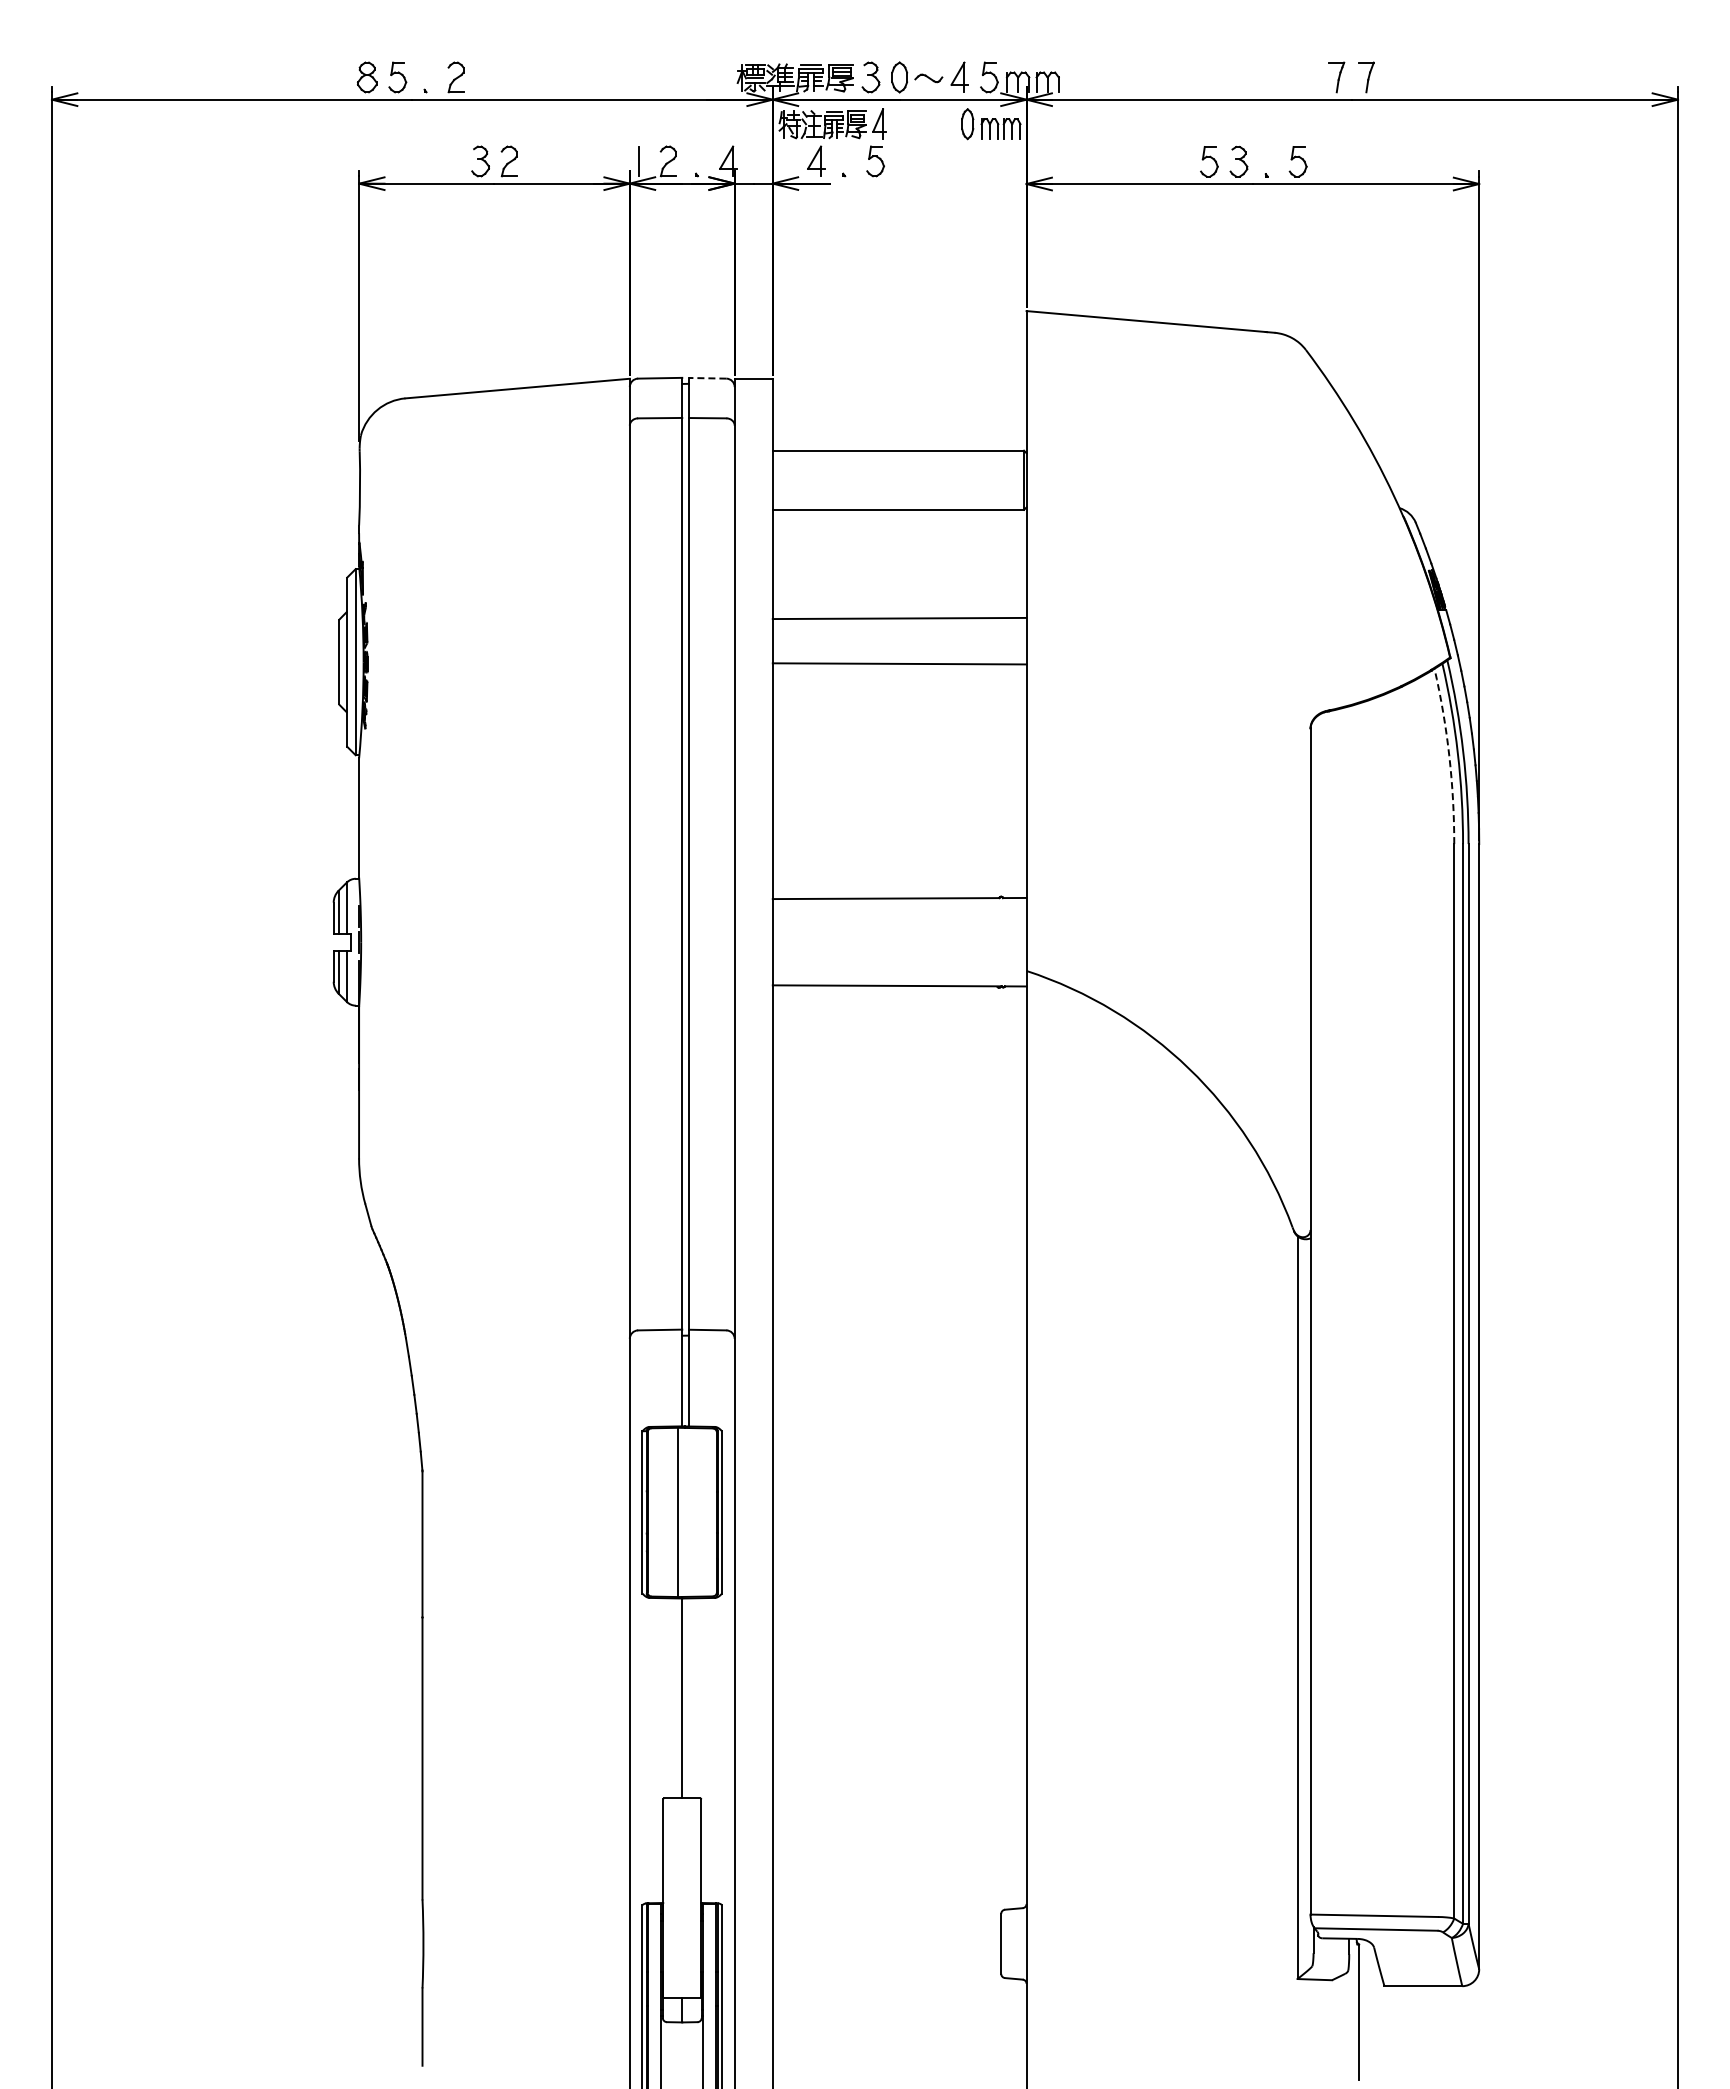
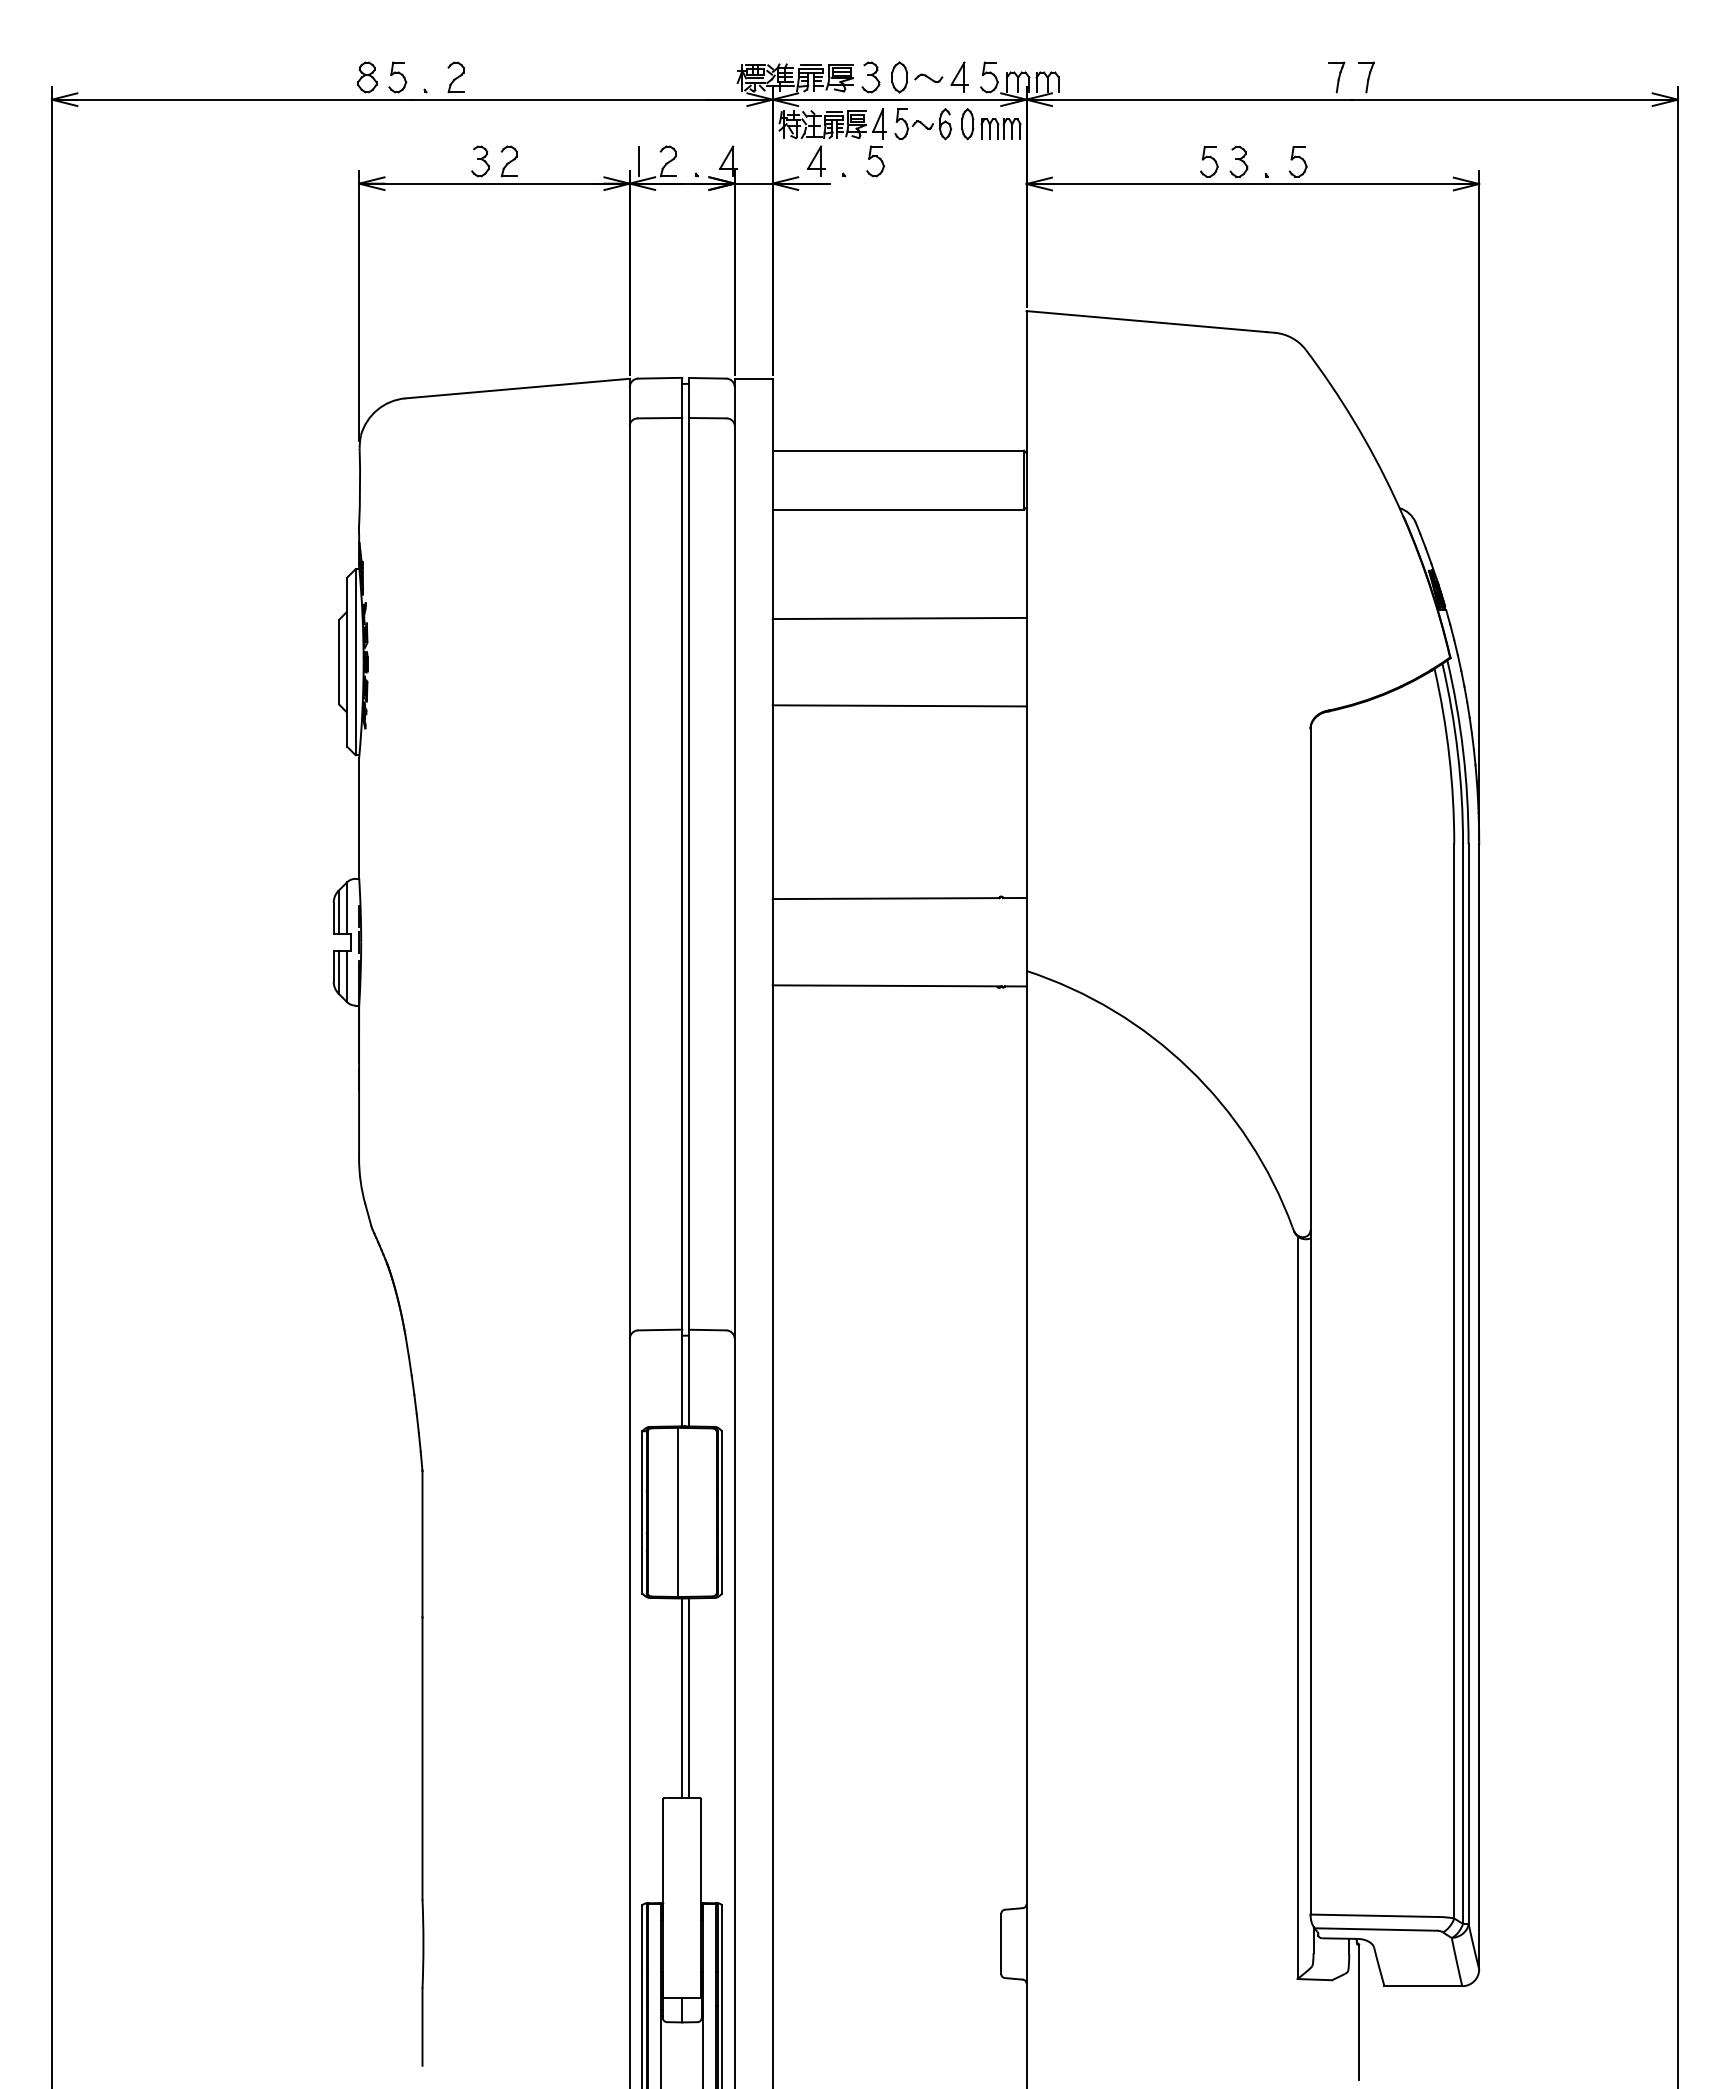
part at (923, 124): none -> present
line at (707, 378): dashed -> solid
line at (899, 663) position: (899, 663) -> (899, 705)
arc at (1449, 755): dashed -> solid
line at (689, 1698): none -> present
